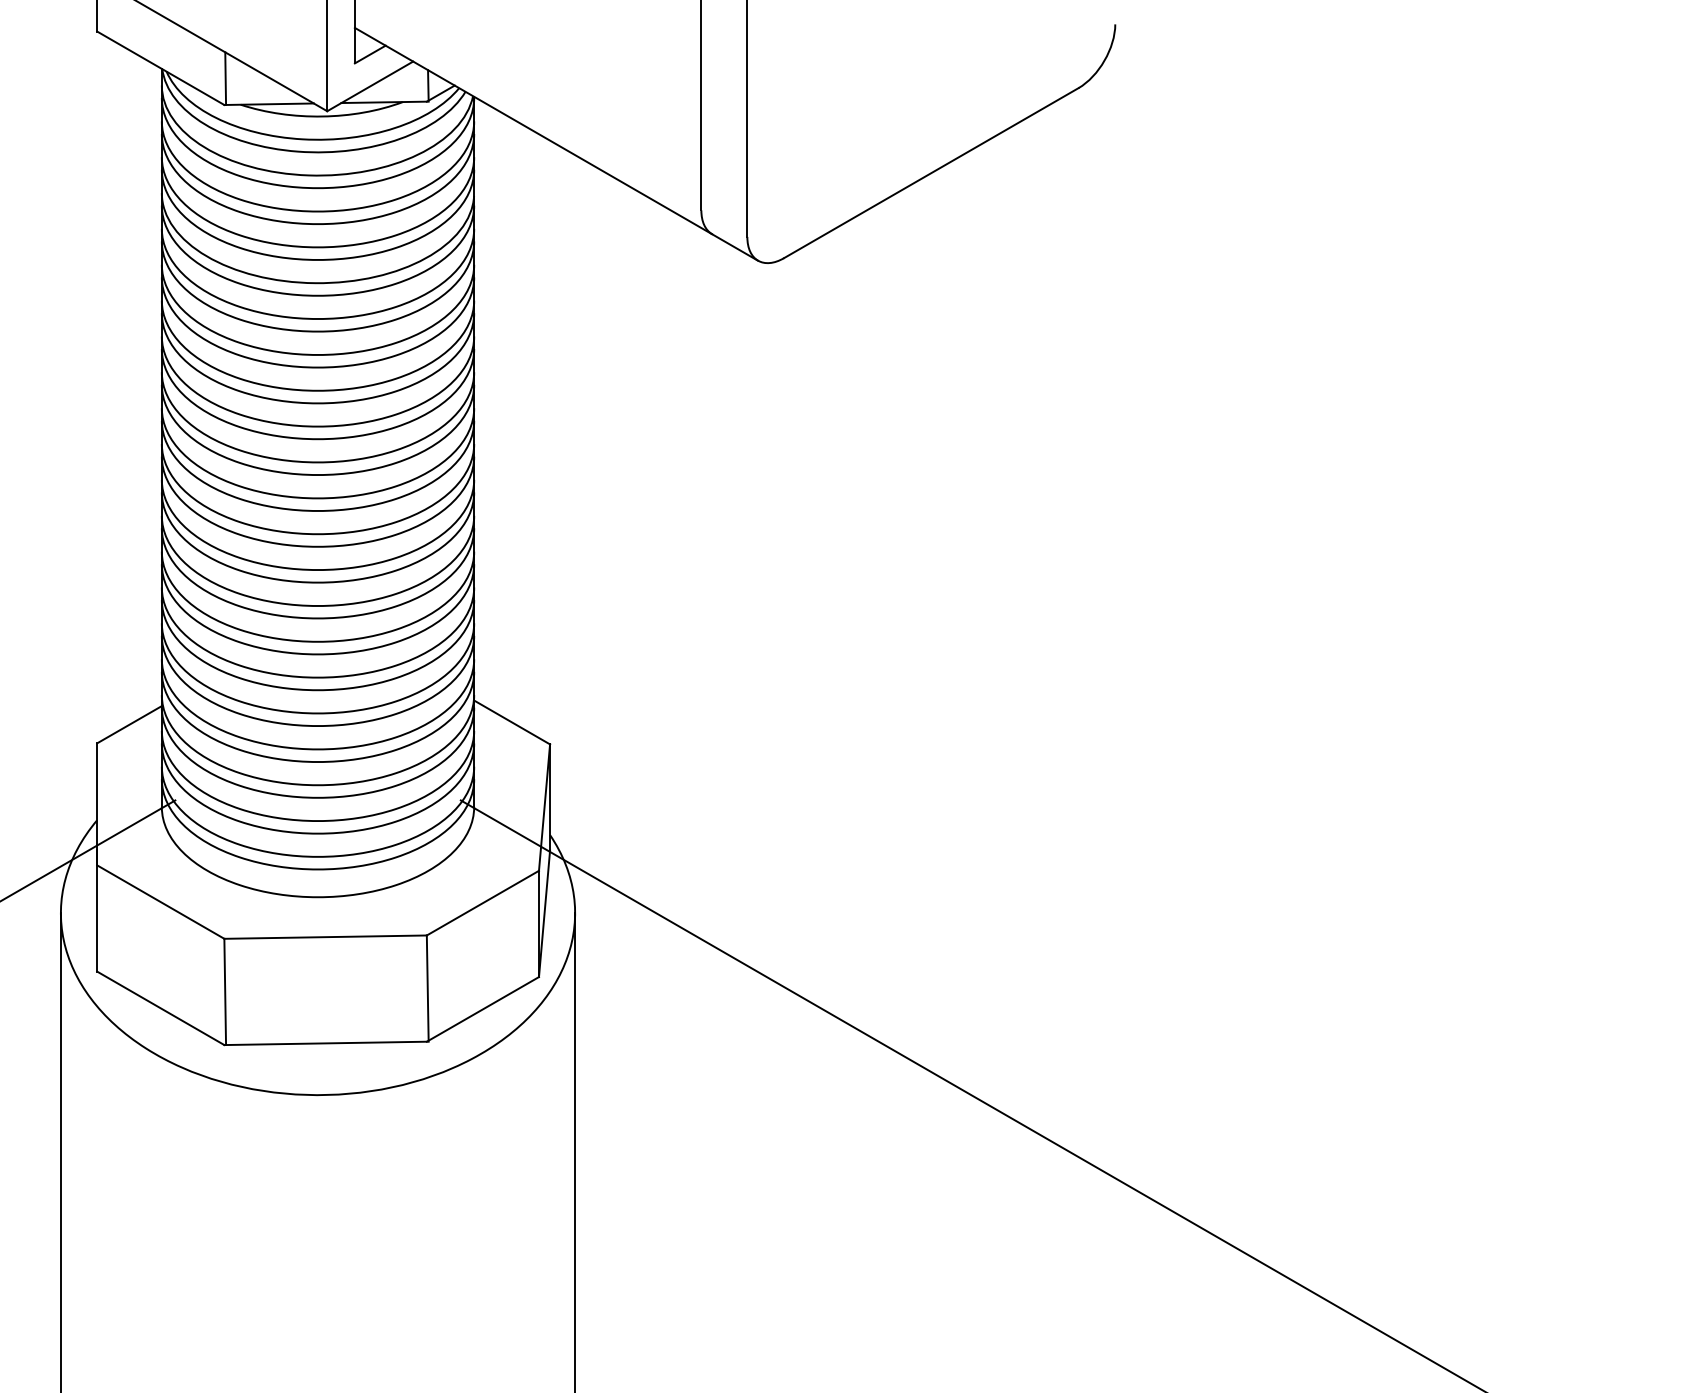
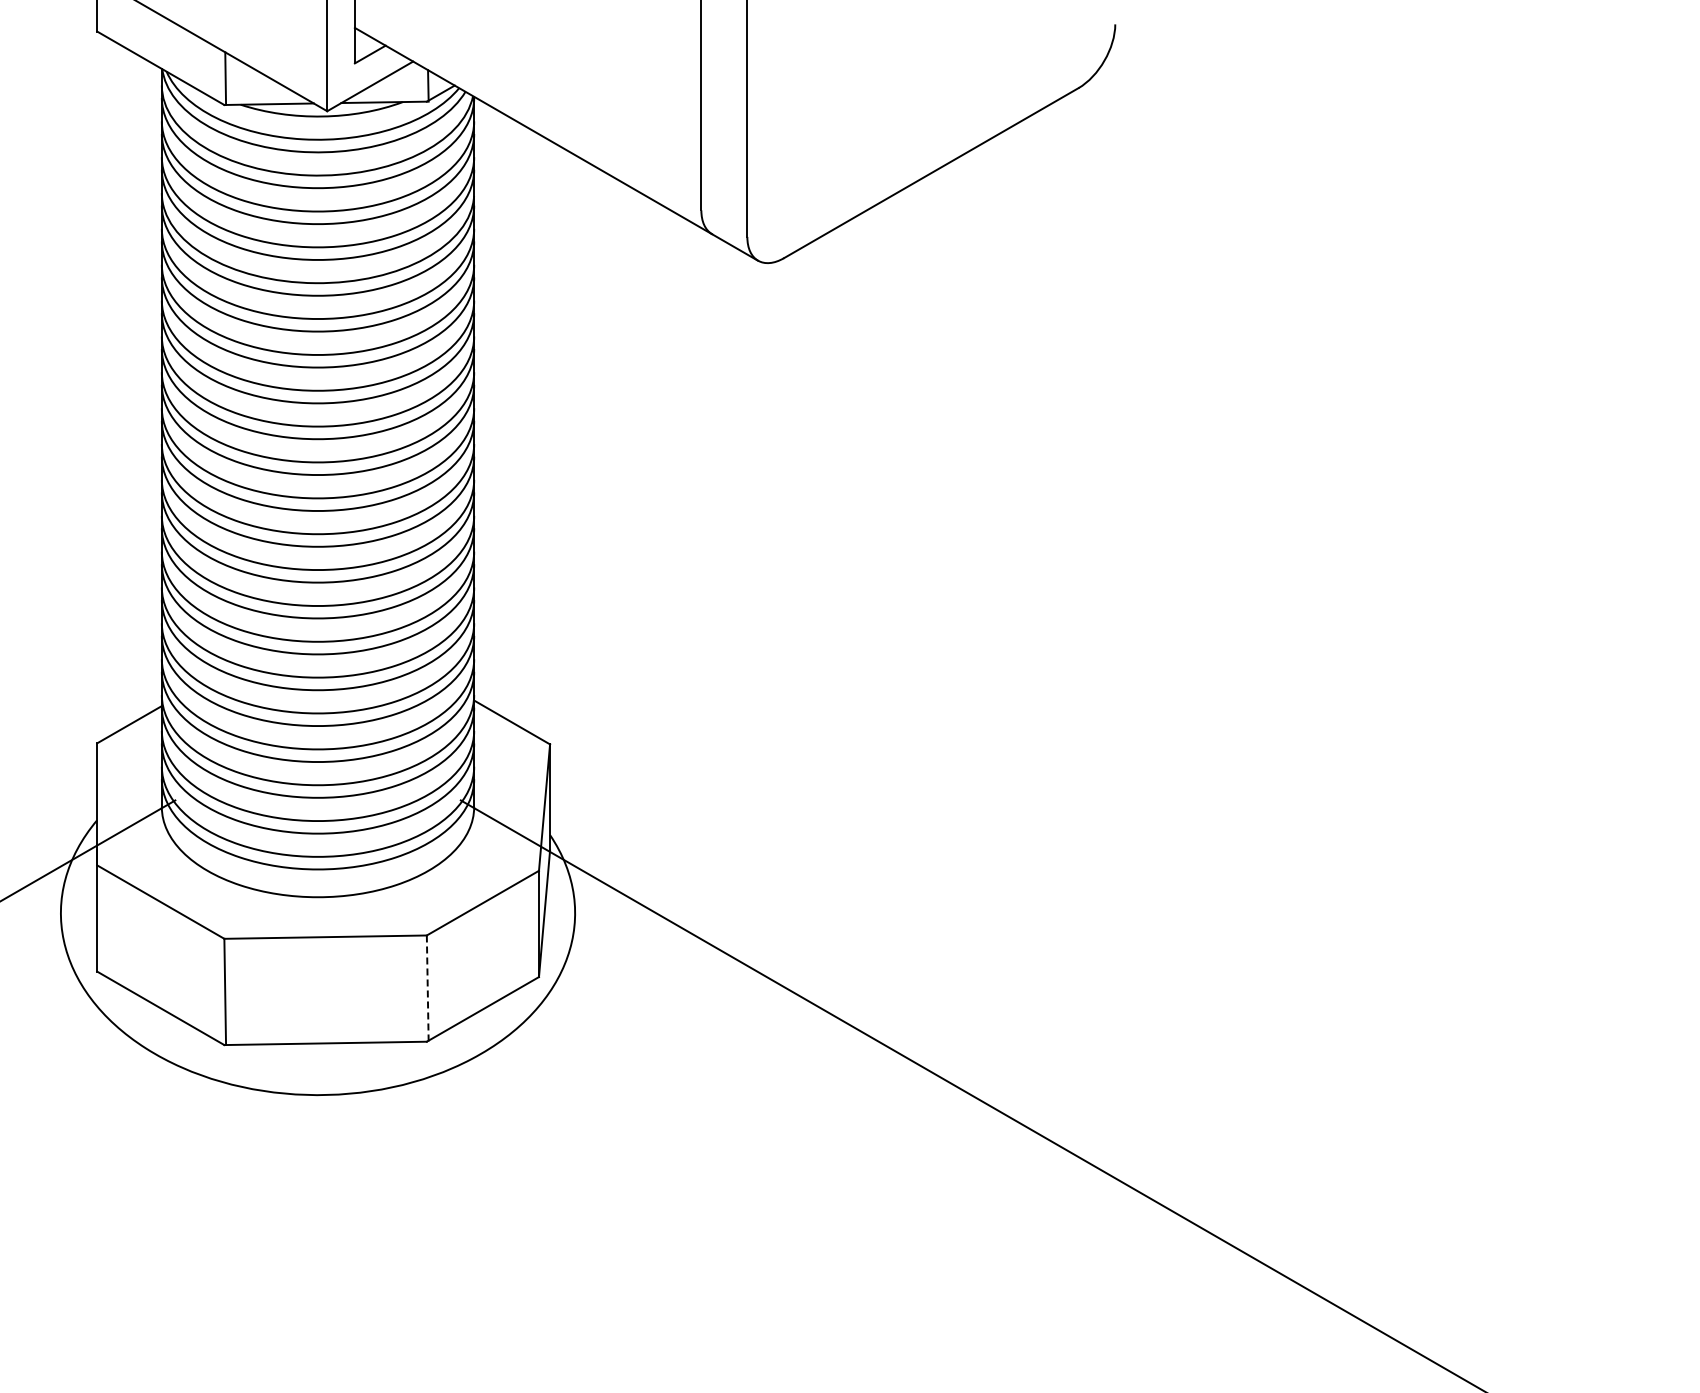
line at (427, 989): solid -> dashed
line at (60, 1151): present -> none
line at (575, 1151): present -> none
